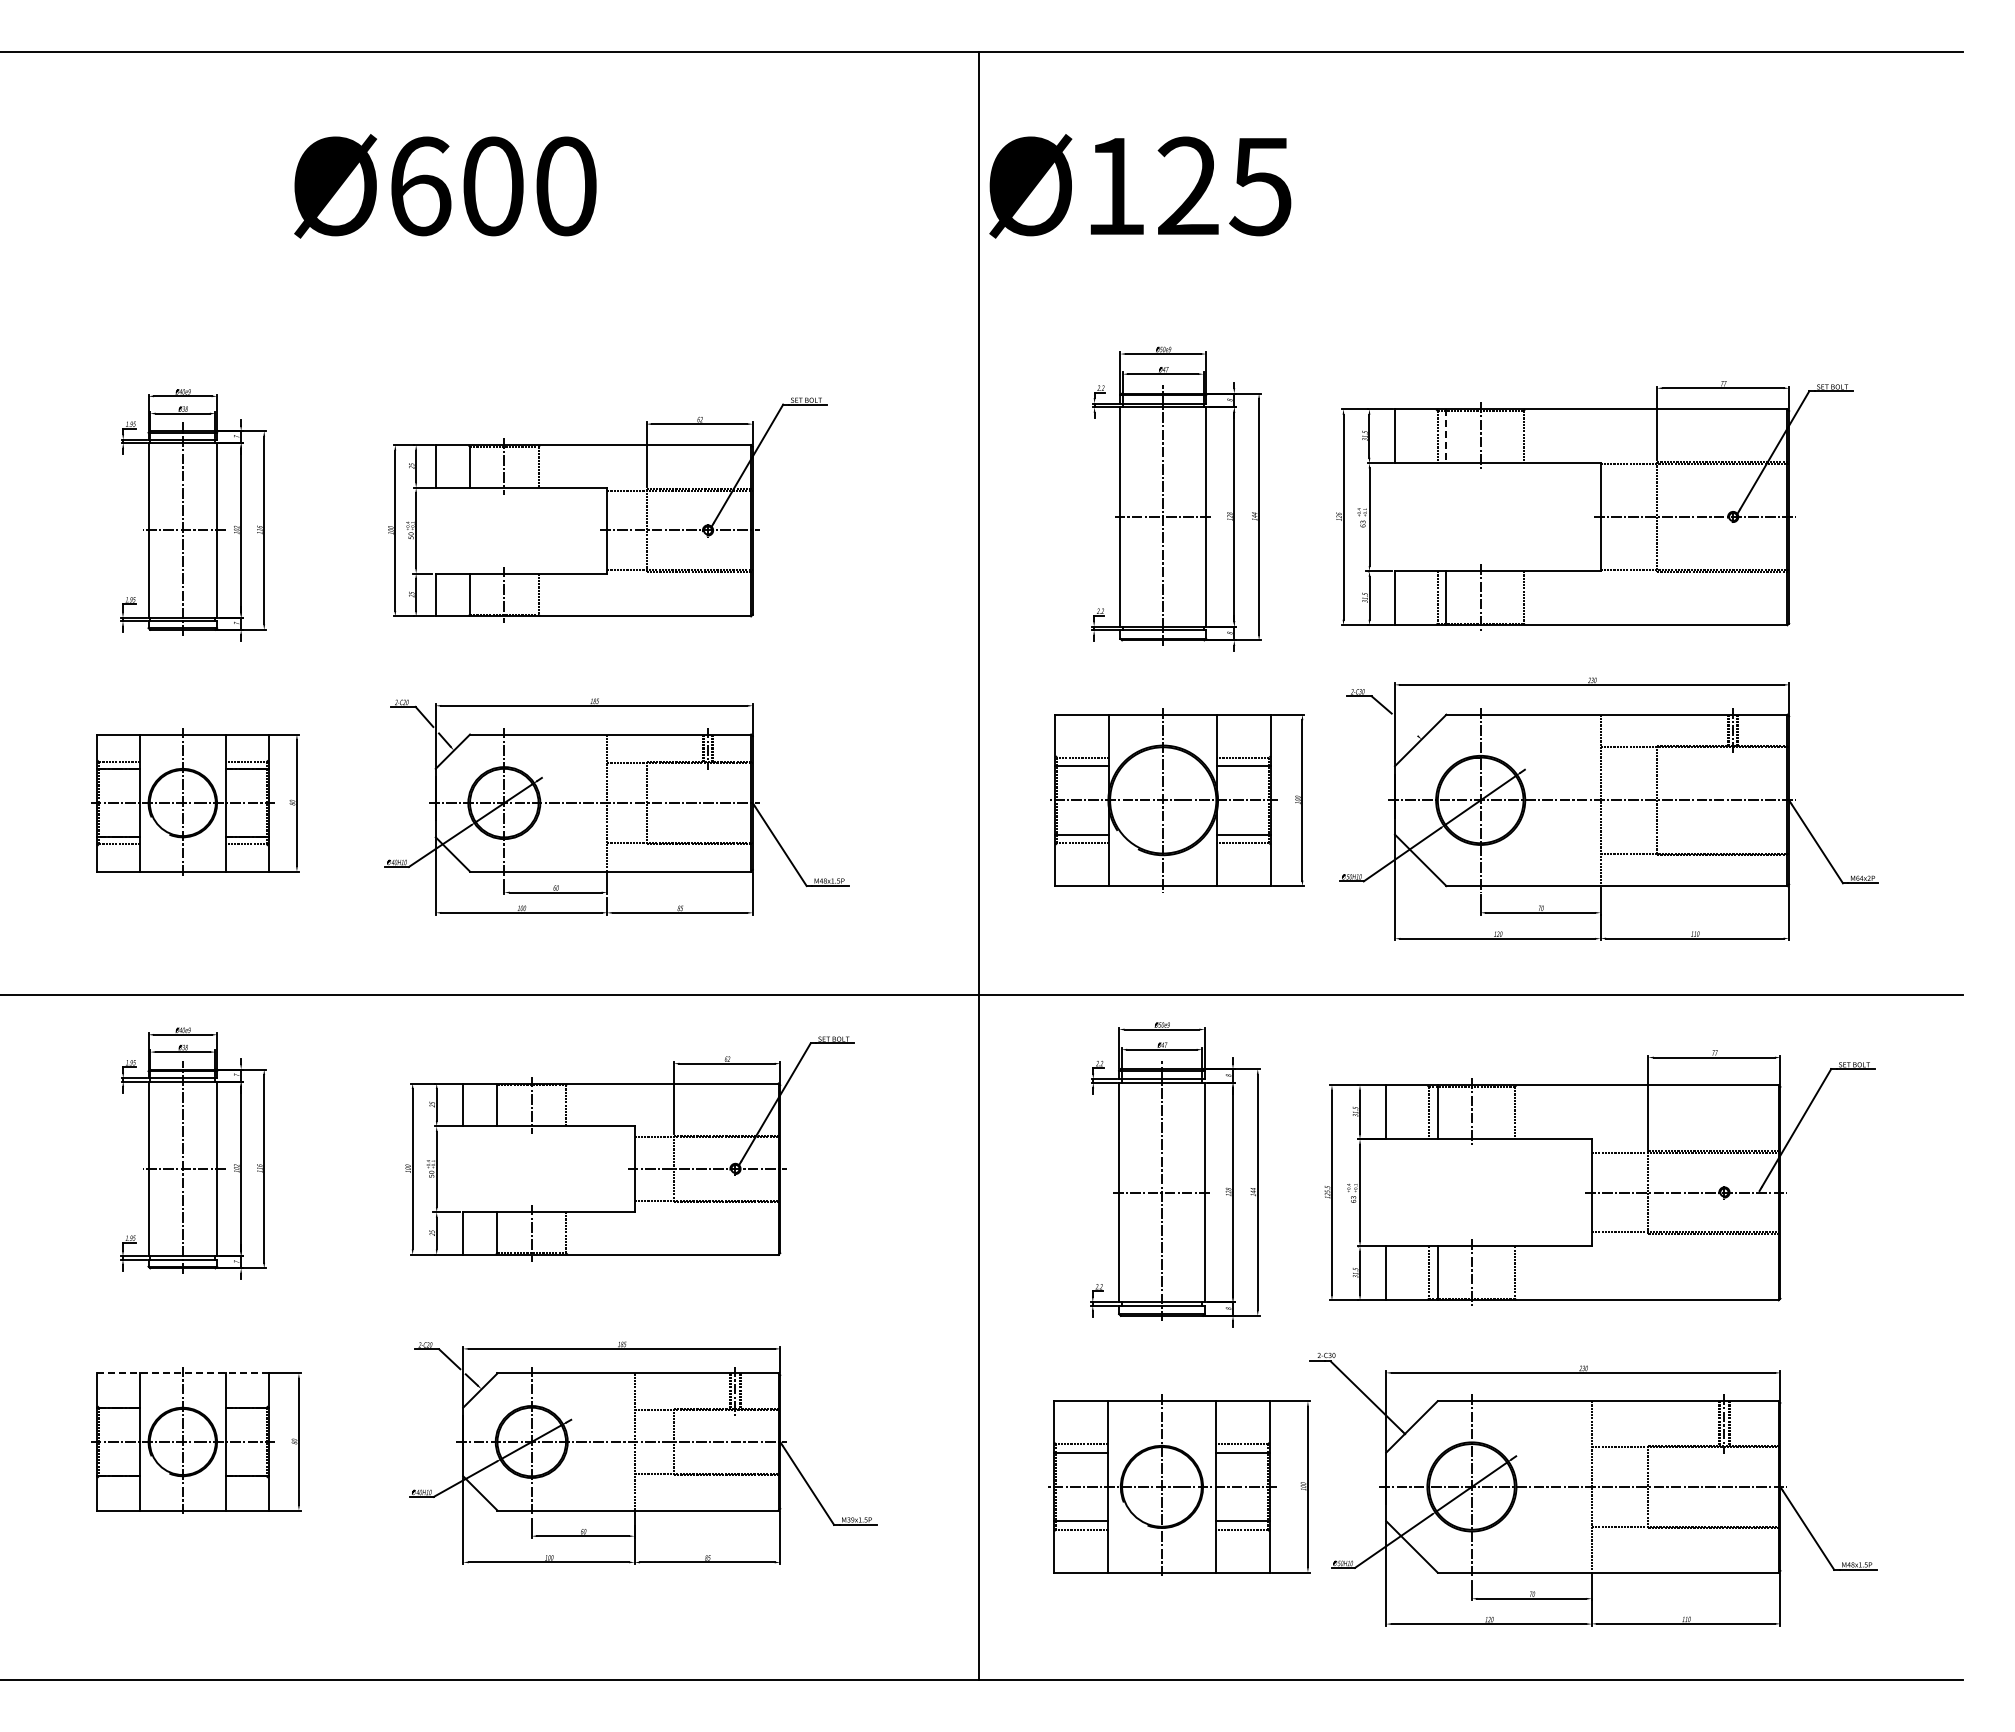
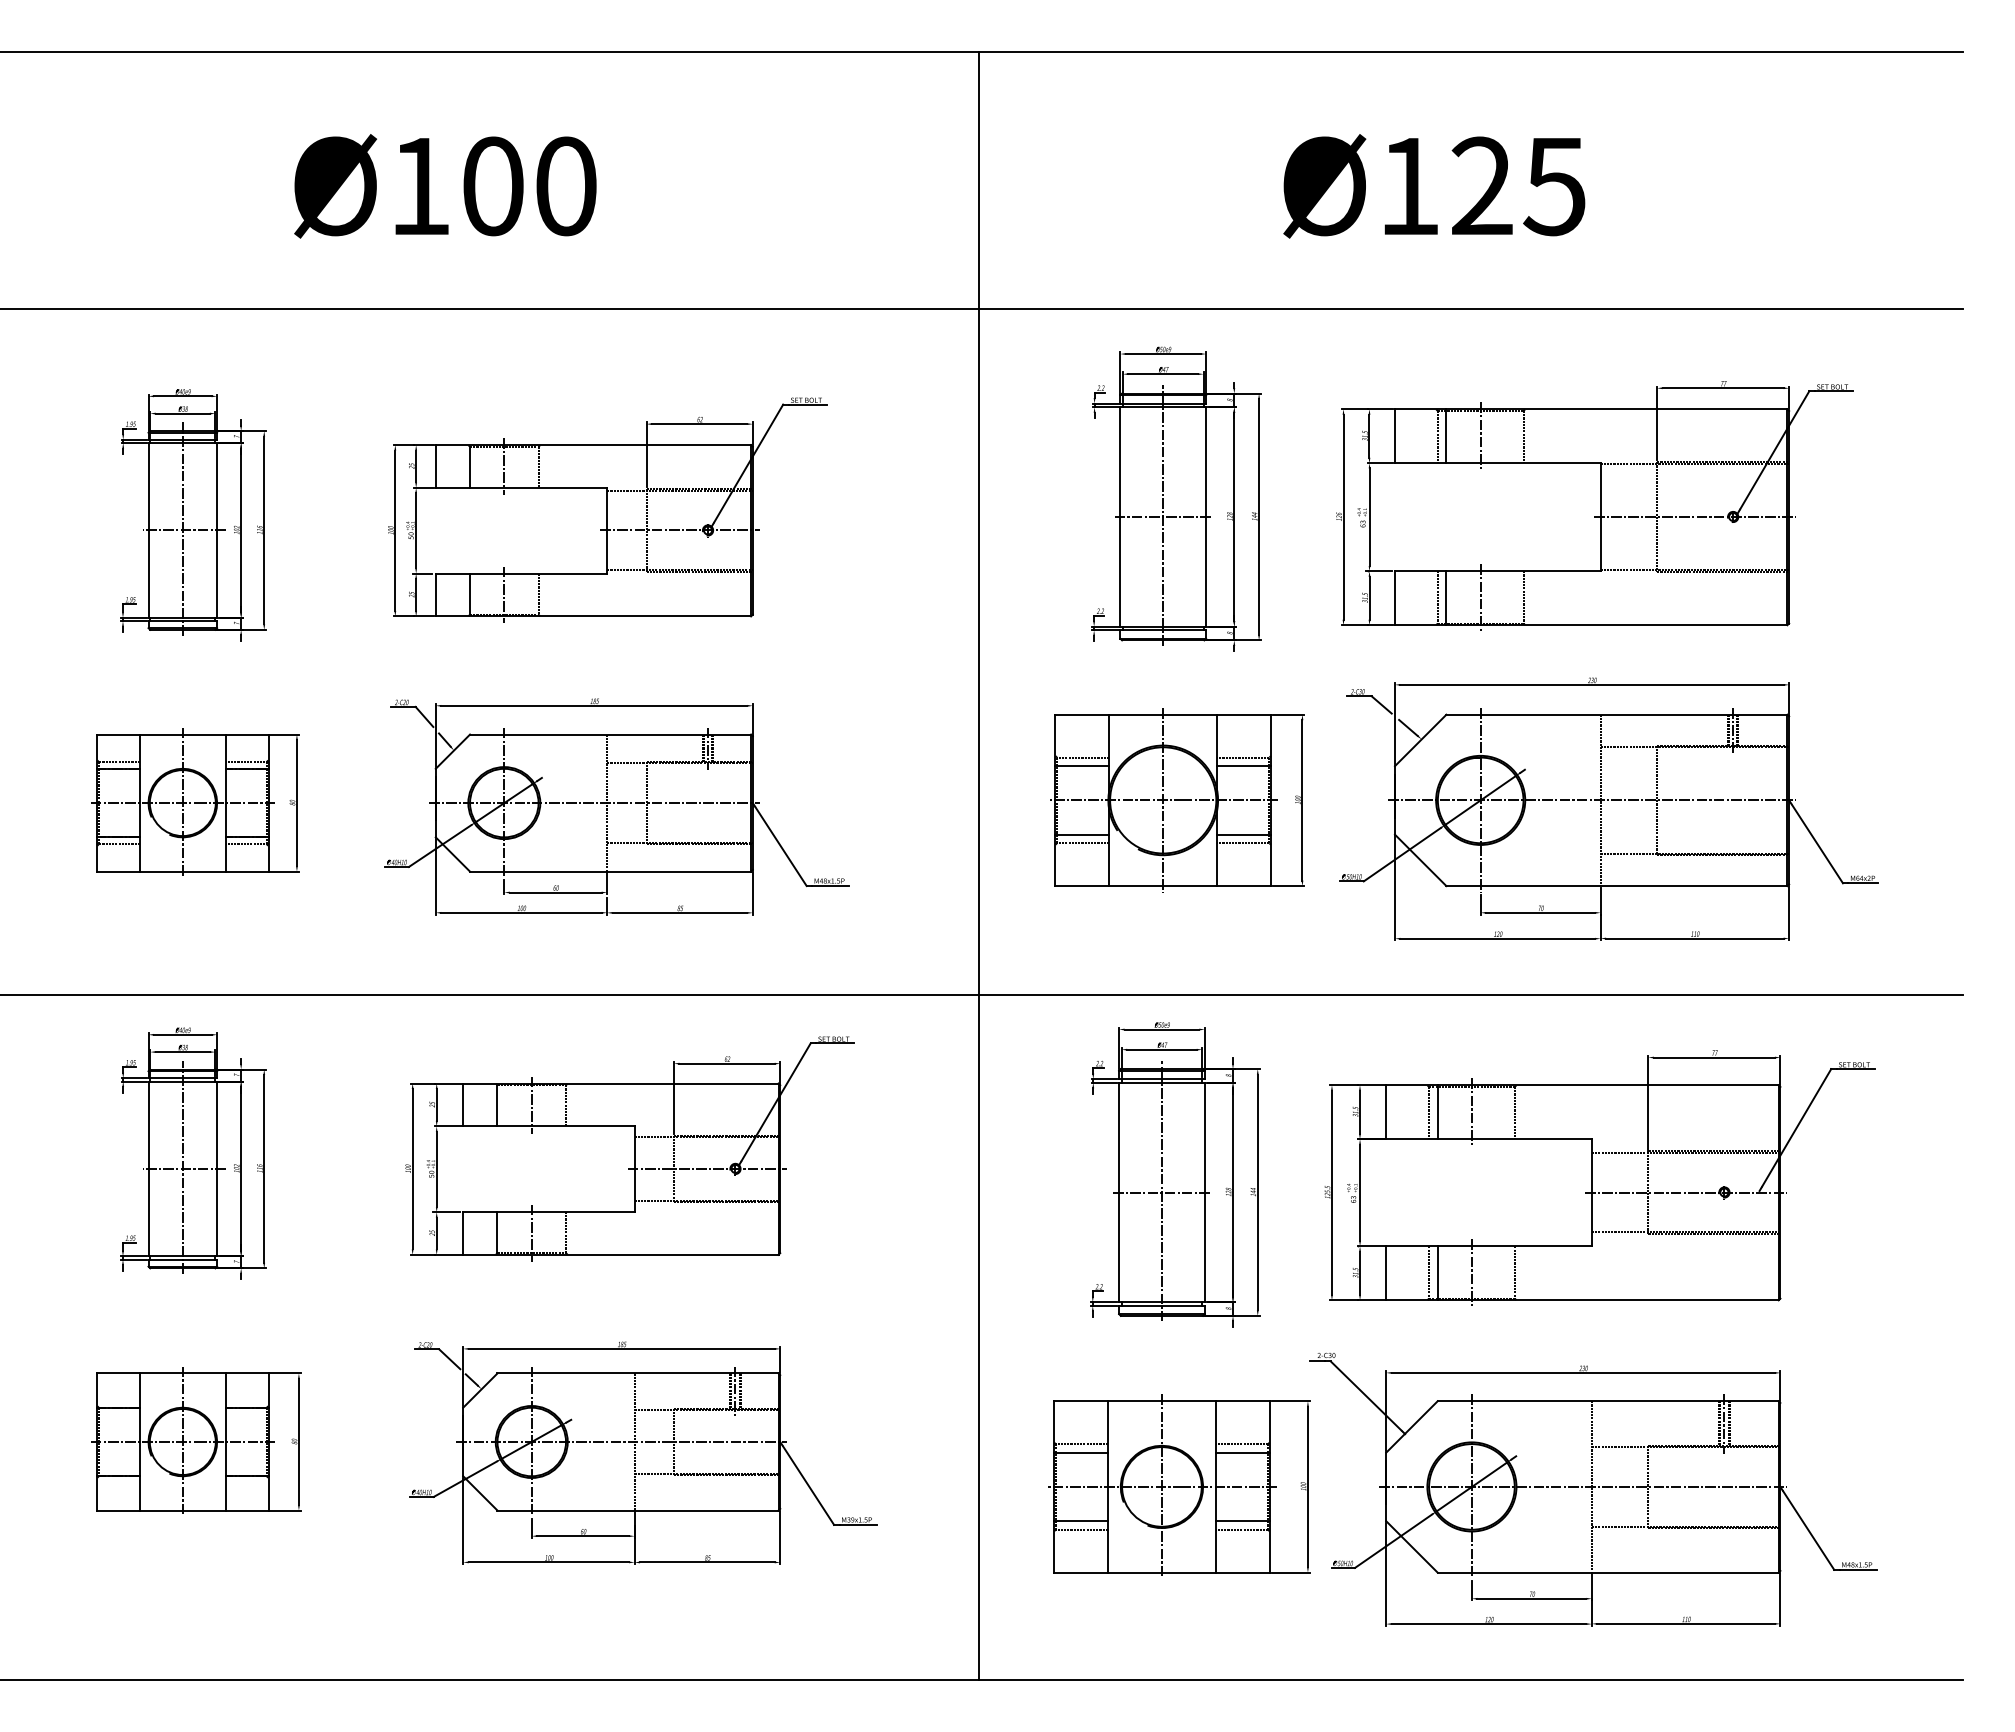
text at (421, 186): Ø600 -> Ø100
text at (1140, 186) position: (1140, 186) -> (1434, 186)
line at (982, 309): none -> present
line at (1446, 436): dashed -> solid
line at (1408, 727): none -> present
line at (182, 1373): dashed -> solid
